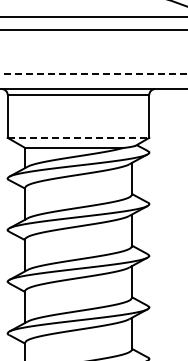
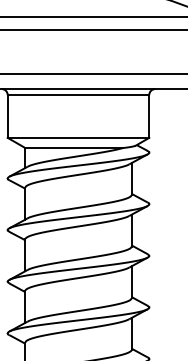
line at (93, 74): dashed -> solid
line at (78, 137): dashed -> solid
